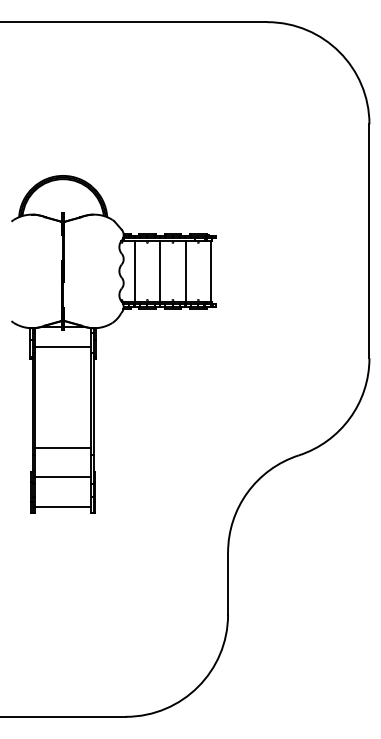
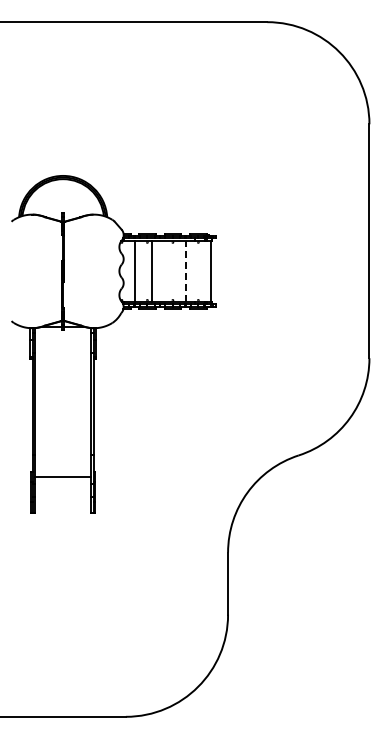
line at (185, 270): solid -> dashed
line at (160, 271) position: (160, 271) -> (152, 271)
line at (63, 347): present -> none
line at (63, 448): present -> none
line at (63, 507): present -> none
